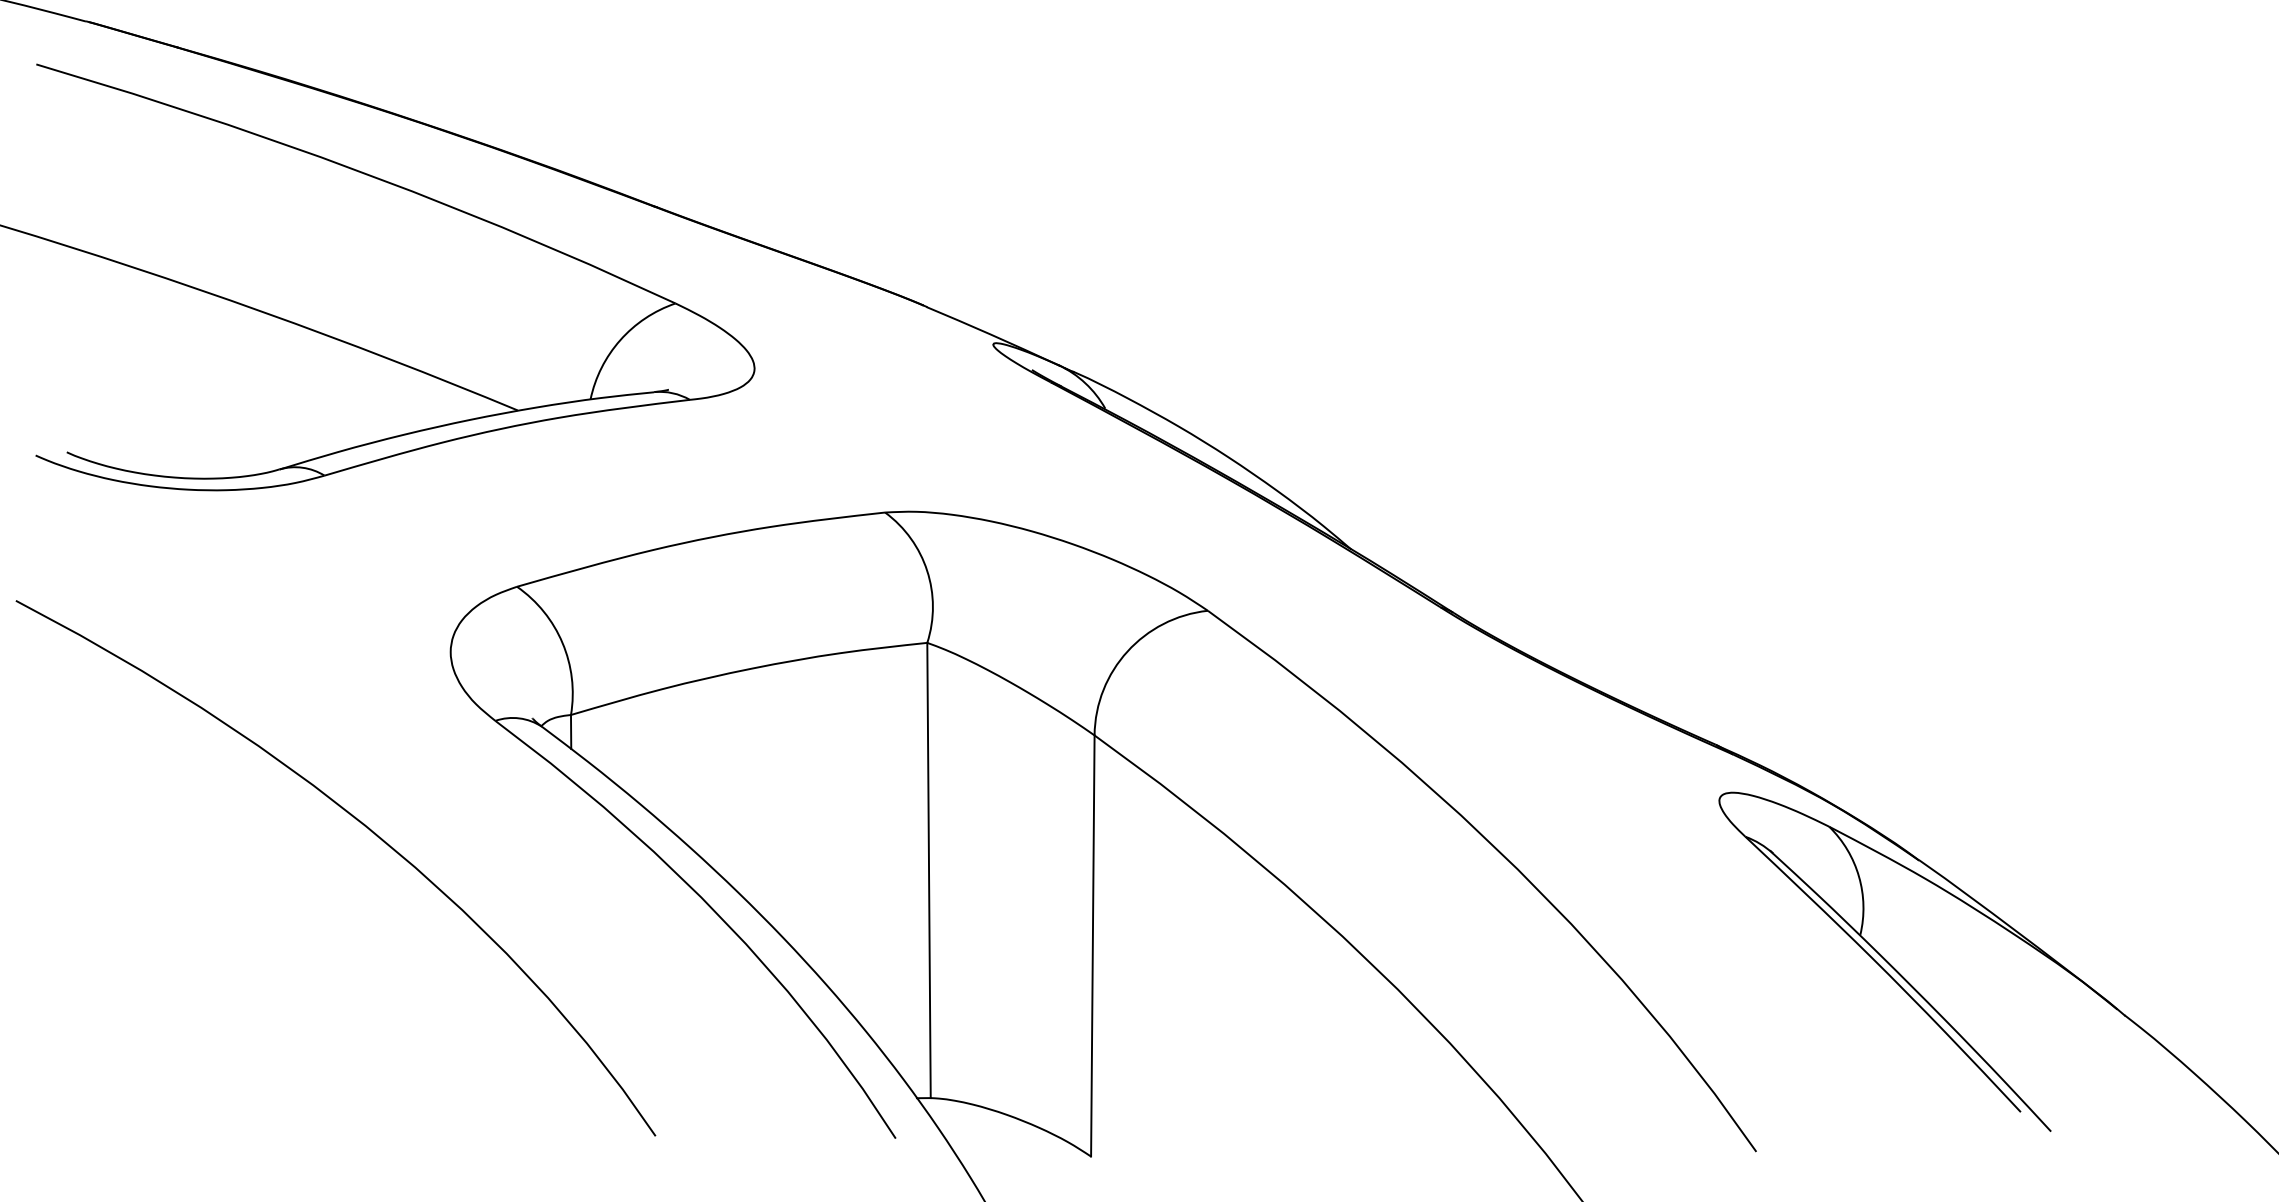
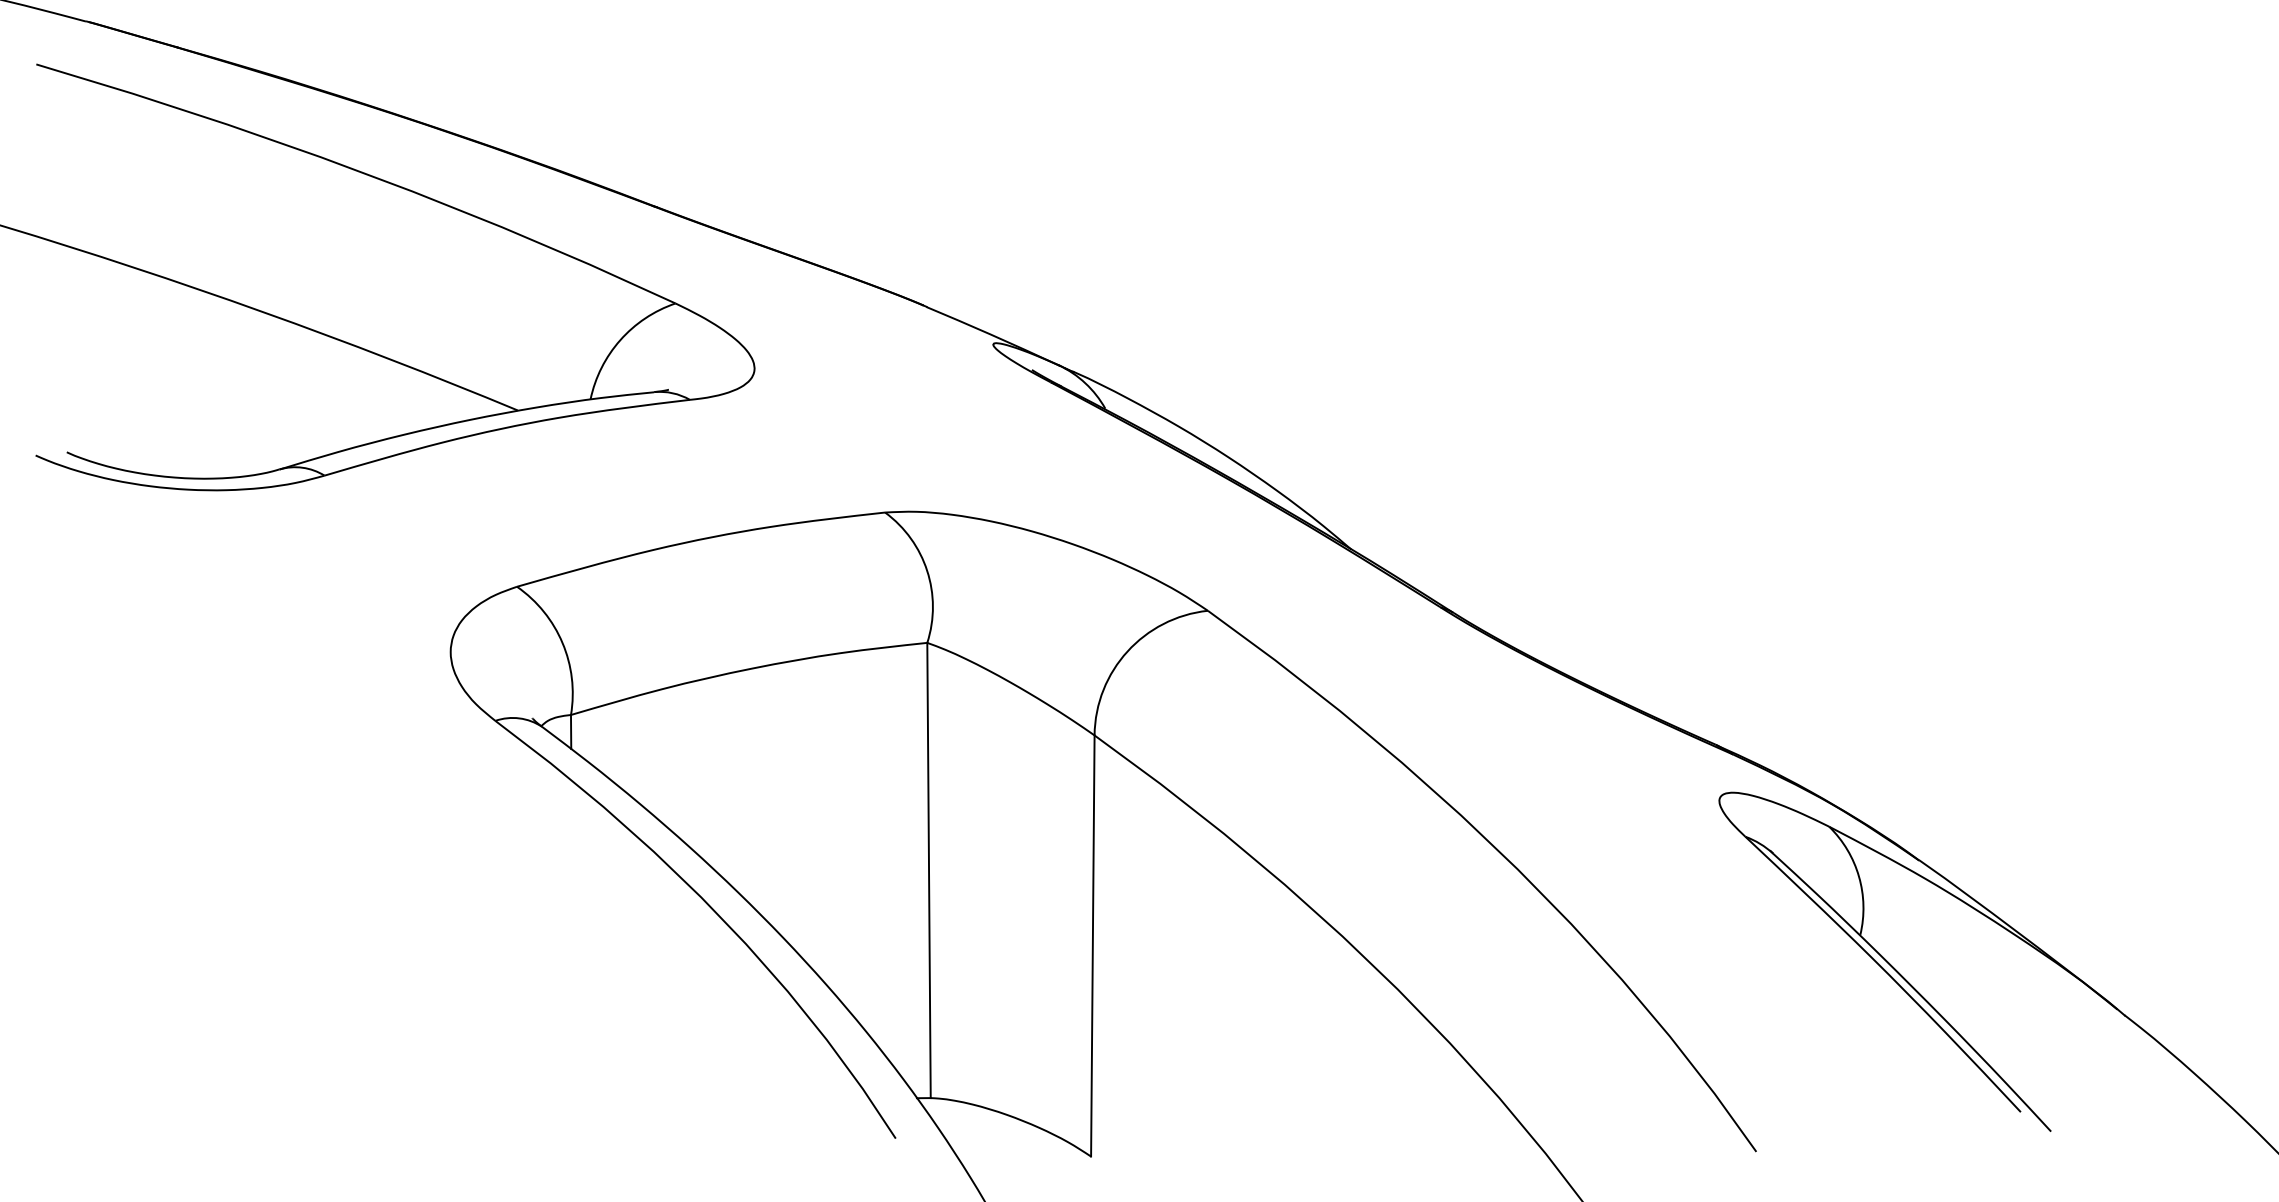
curve at (365, 827): present -> none
